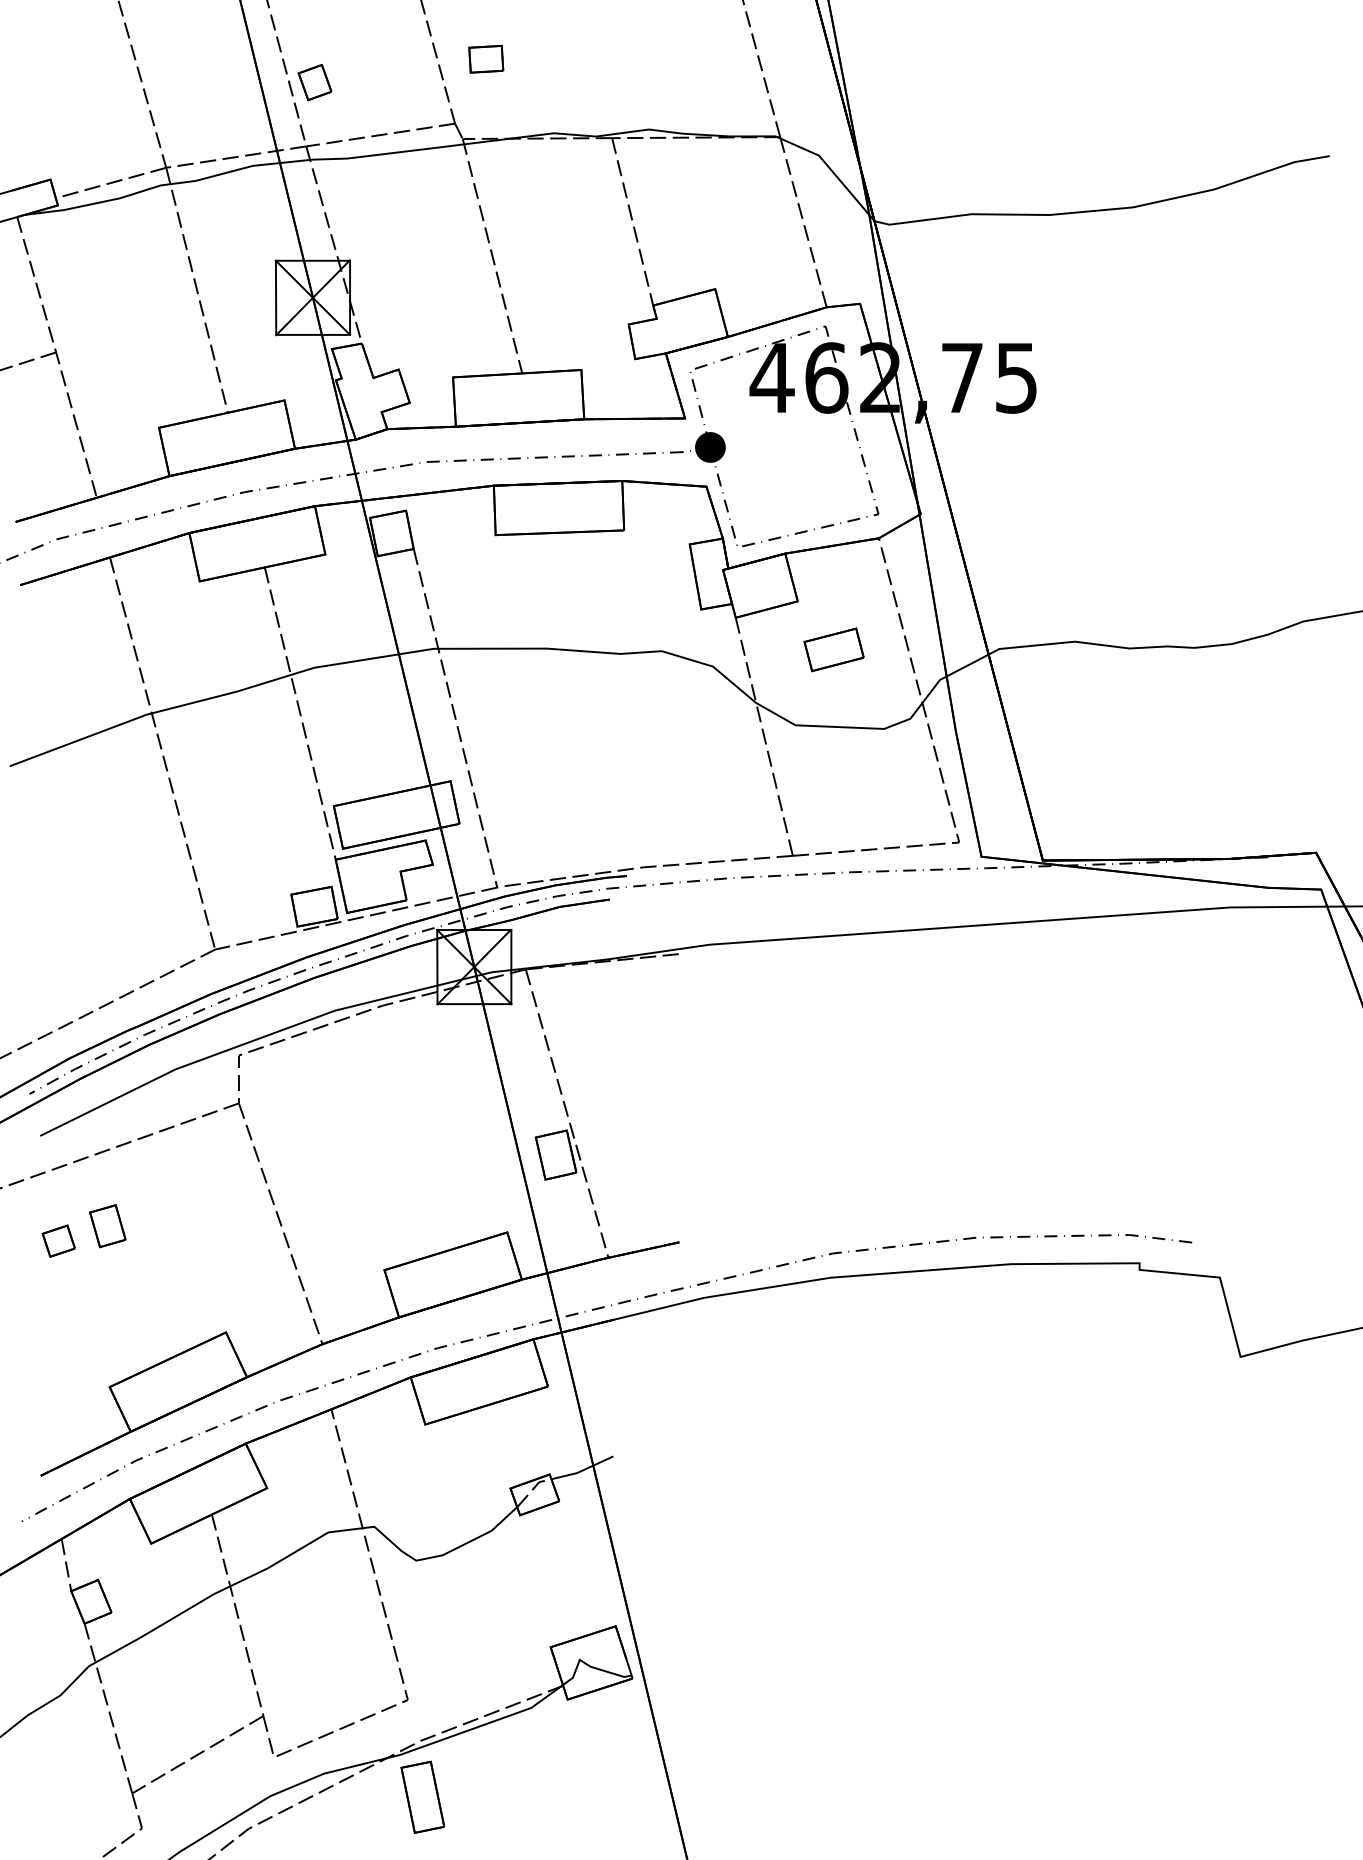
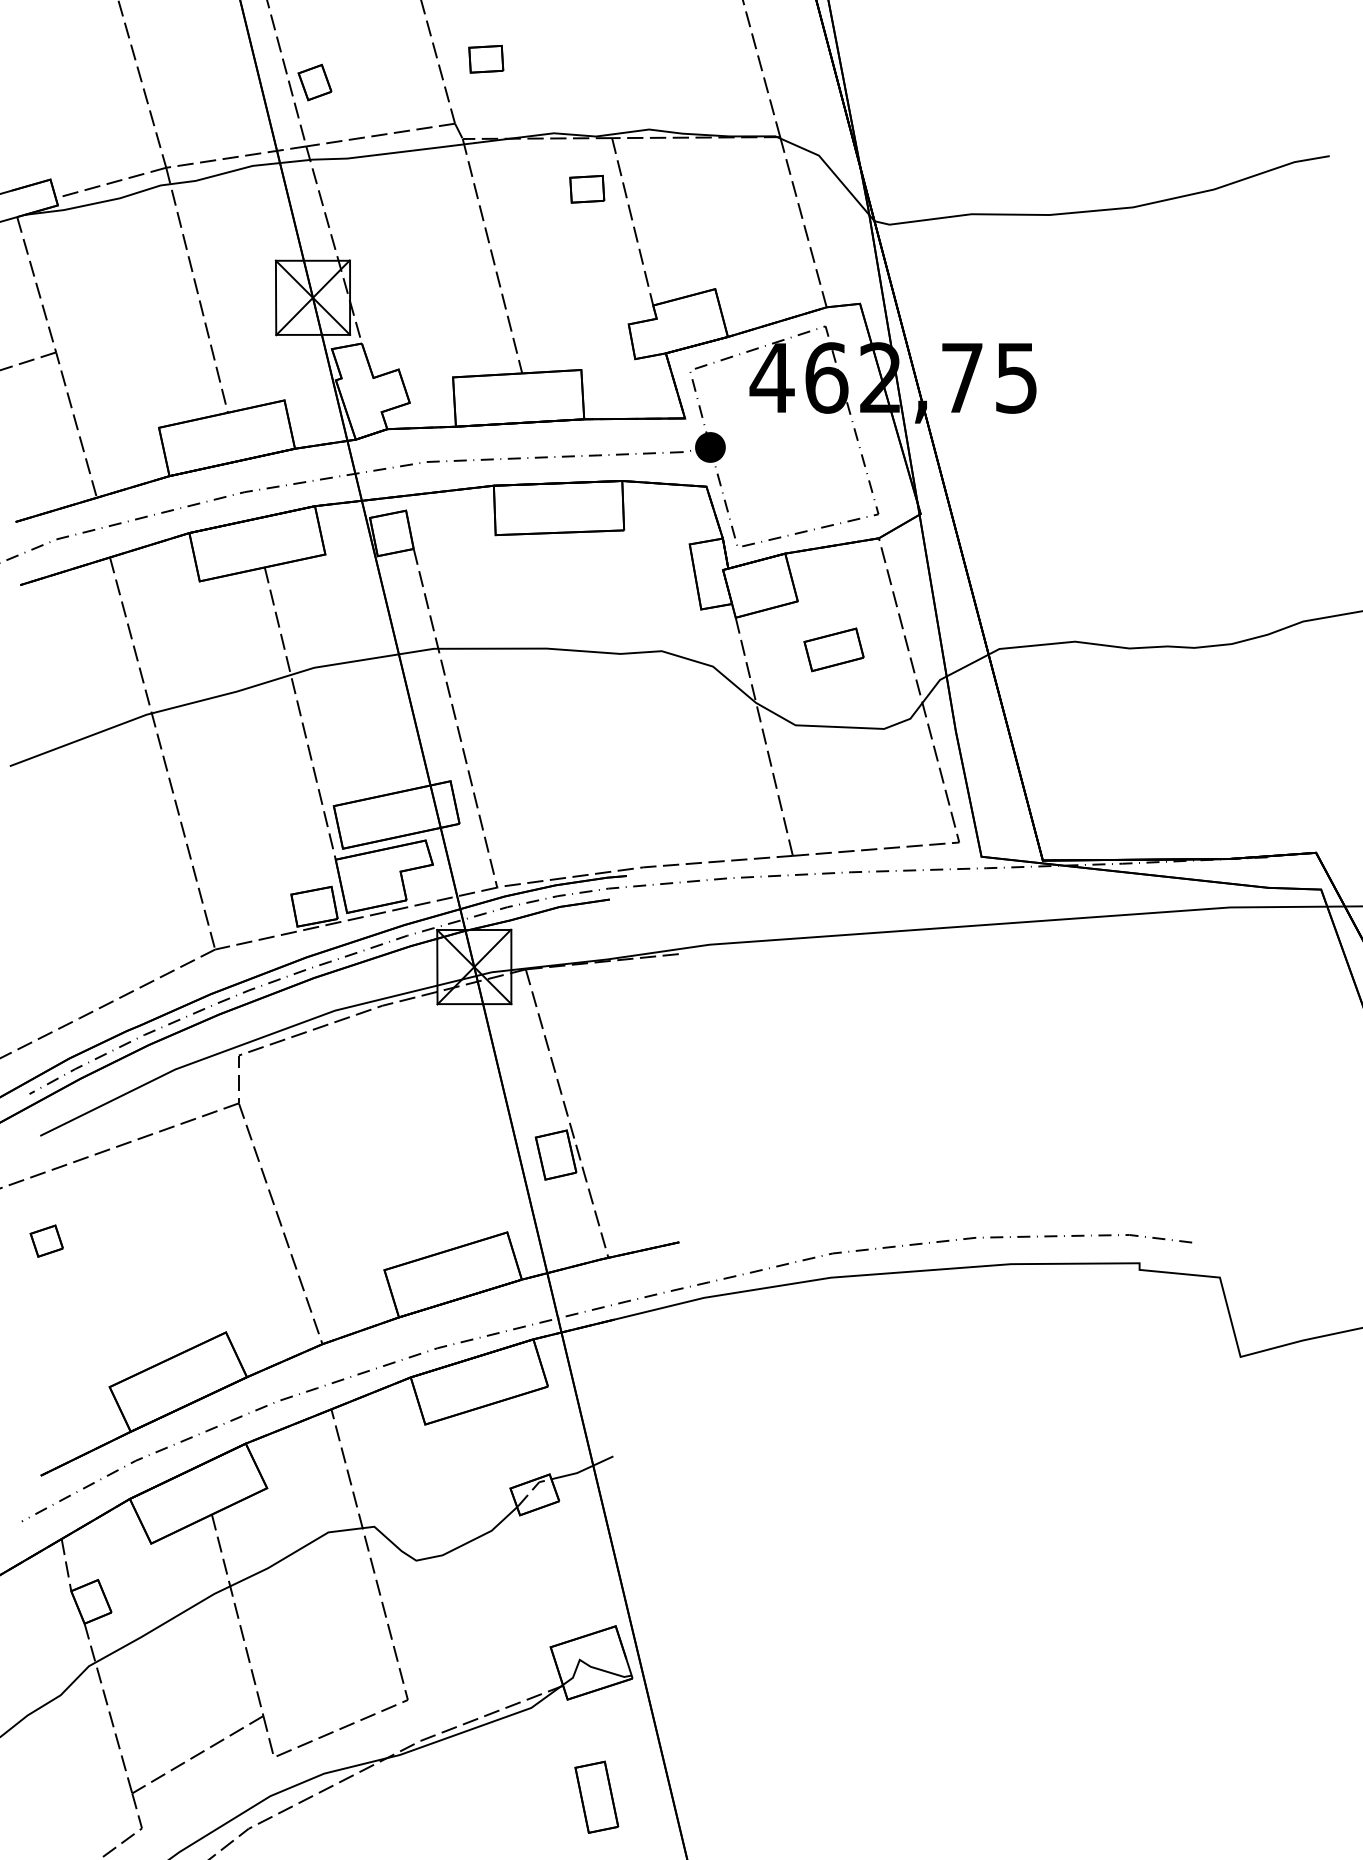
part at (587, 188): none -> present
part at (107, 1226): present -> none
part at (58, 1240) position: (58, 1240) -> (46, 1240)
part at (422, 1796) position: (422, 1796) -> (596, 1796)
